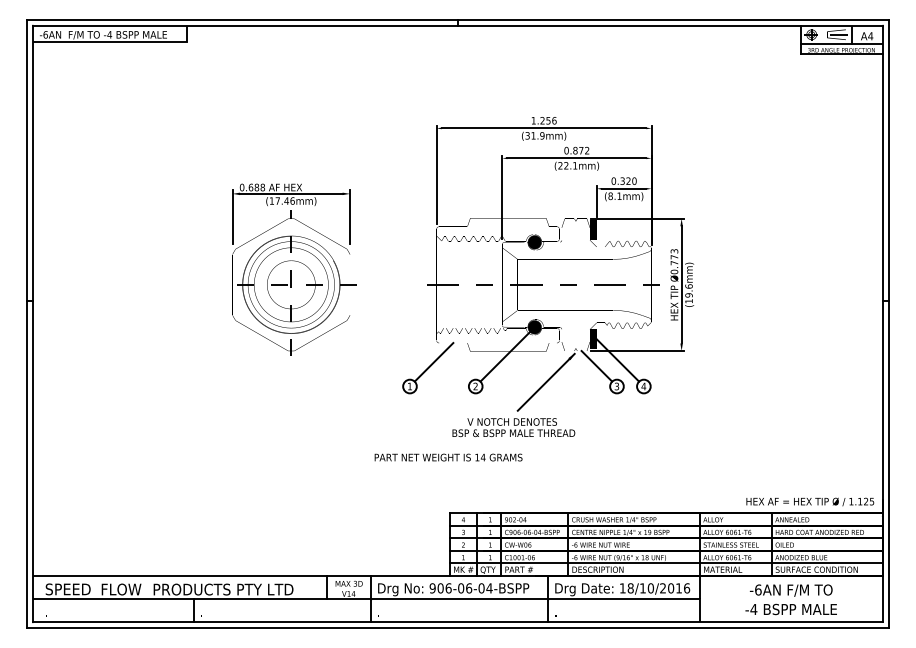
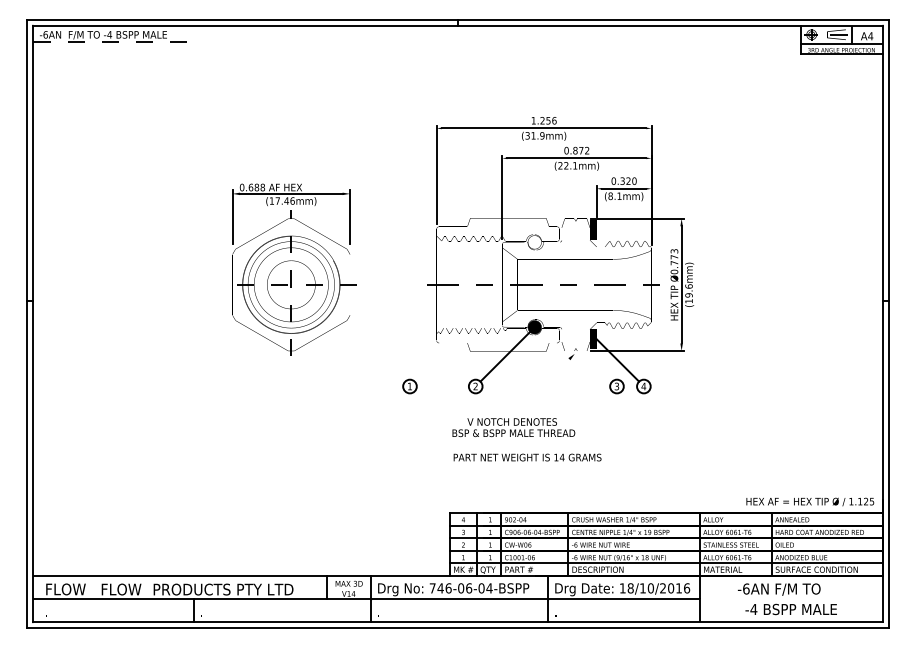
line at (118, 42): solid -> dashed
fill at (534, 242): present -> none
line at (433, 362): present -> none
line at (596, 366): present -> none
line at (545, 381): present -> none
text at (448, 457) position: (448, 457) -> (527, 457)
text at (436, 588): 906-06-04-BSPP -> 746-06-04-BSPP
text at (67, 589): SPEED -> FLOW
text at (790, 590) position: (790, 590) -> (778, 589)
